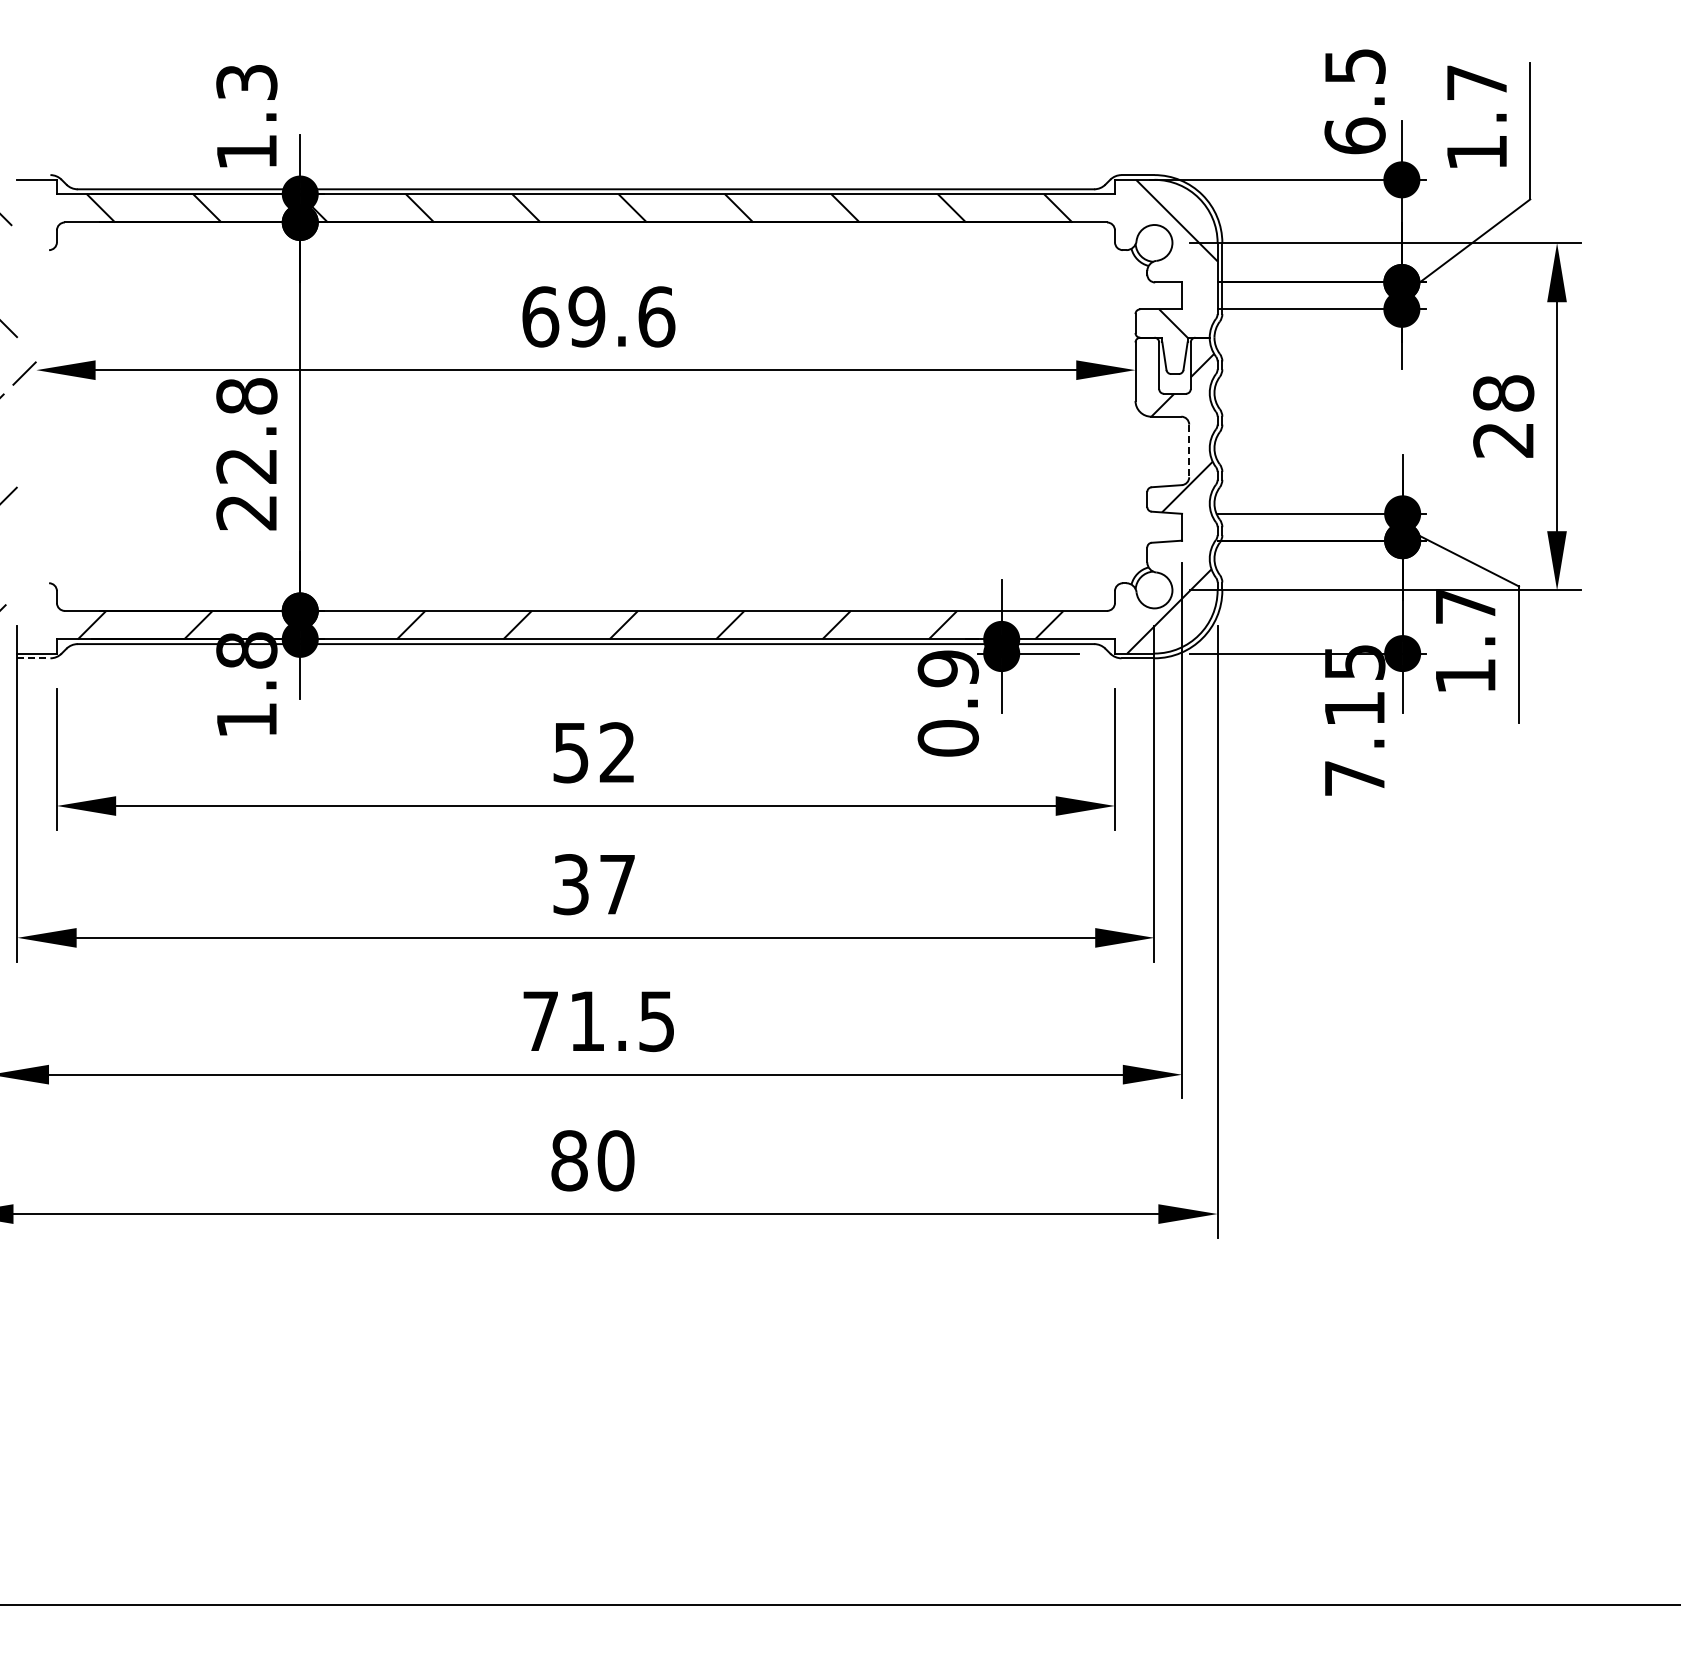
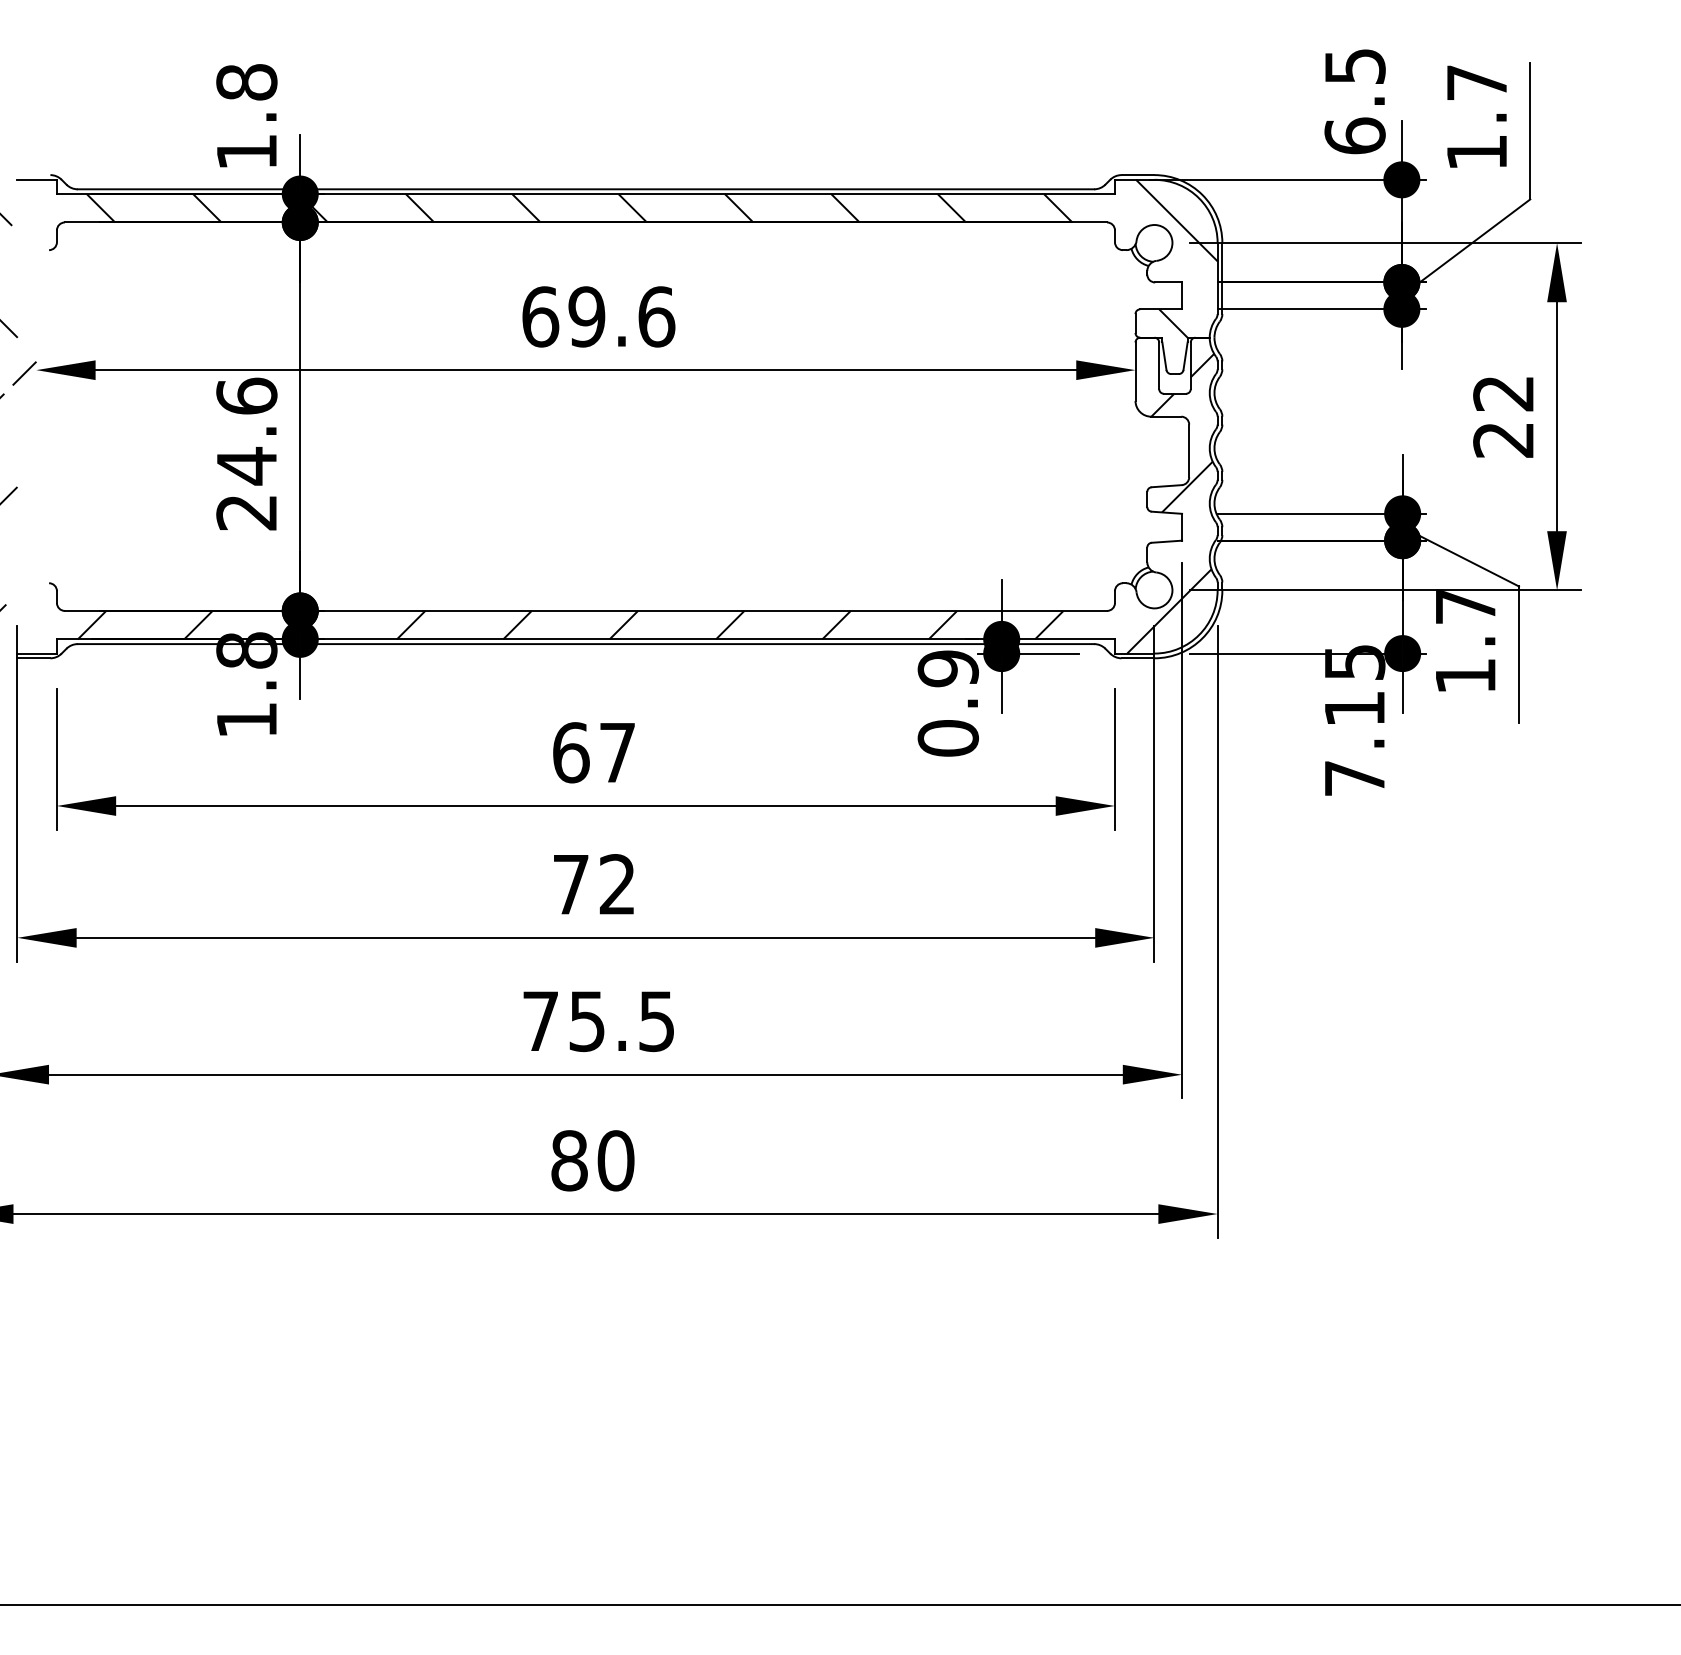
text at (246, 82): 1.3 -> 1.8
text at (1503, 393): 28 -> 22
text at (246, 431): 22.8 -> 24.6
line at (1189, 451): dashed -> solid
line at (34, 658): dashed -> solid
text at (593, 752): 52 -> 67
text at (593, 884): 37 -> 72
text at (586, 1021): 71.5 -> 75.5
